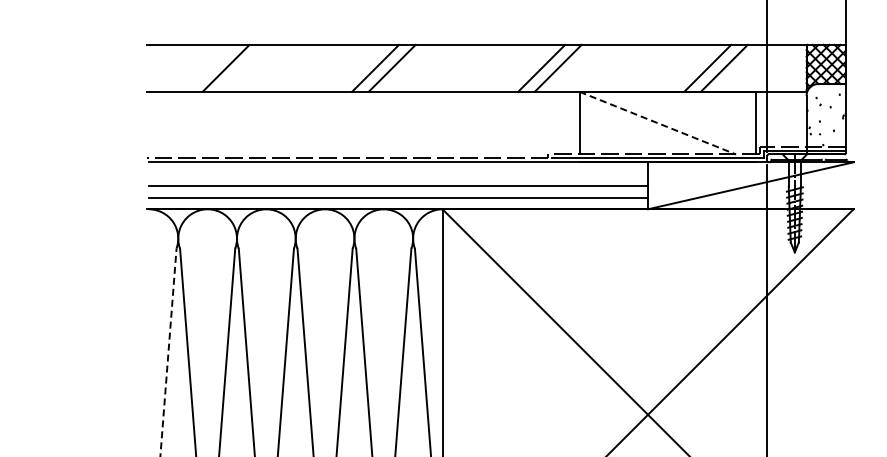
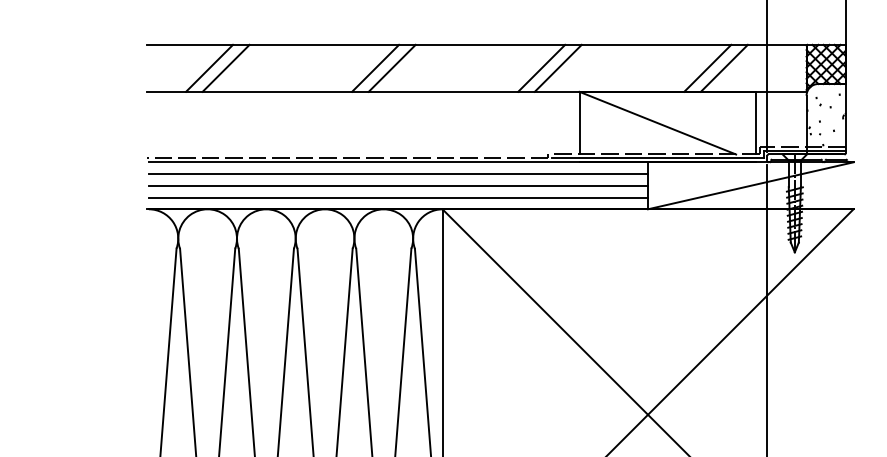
line at (209, 67): none -> present
line at (658, 123): dashed -> solid
line at (398, 174): none -> present
line at (168, 352): dashed -> solid
